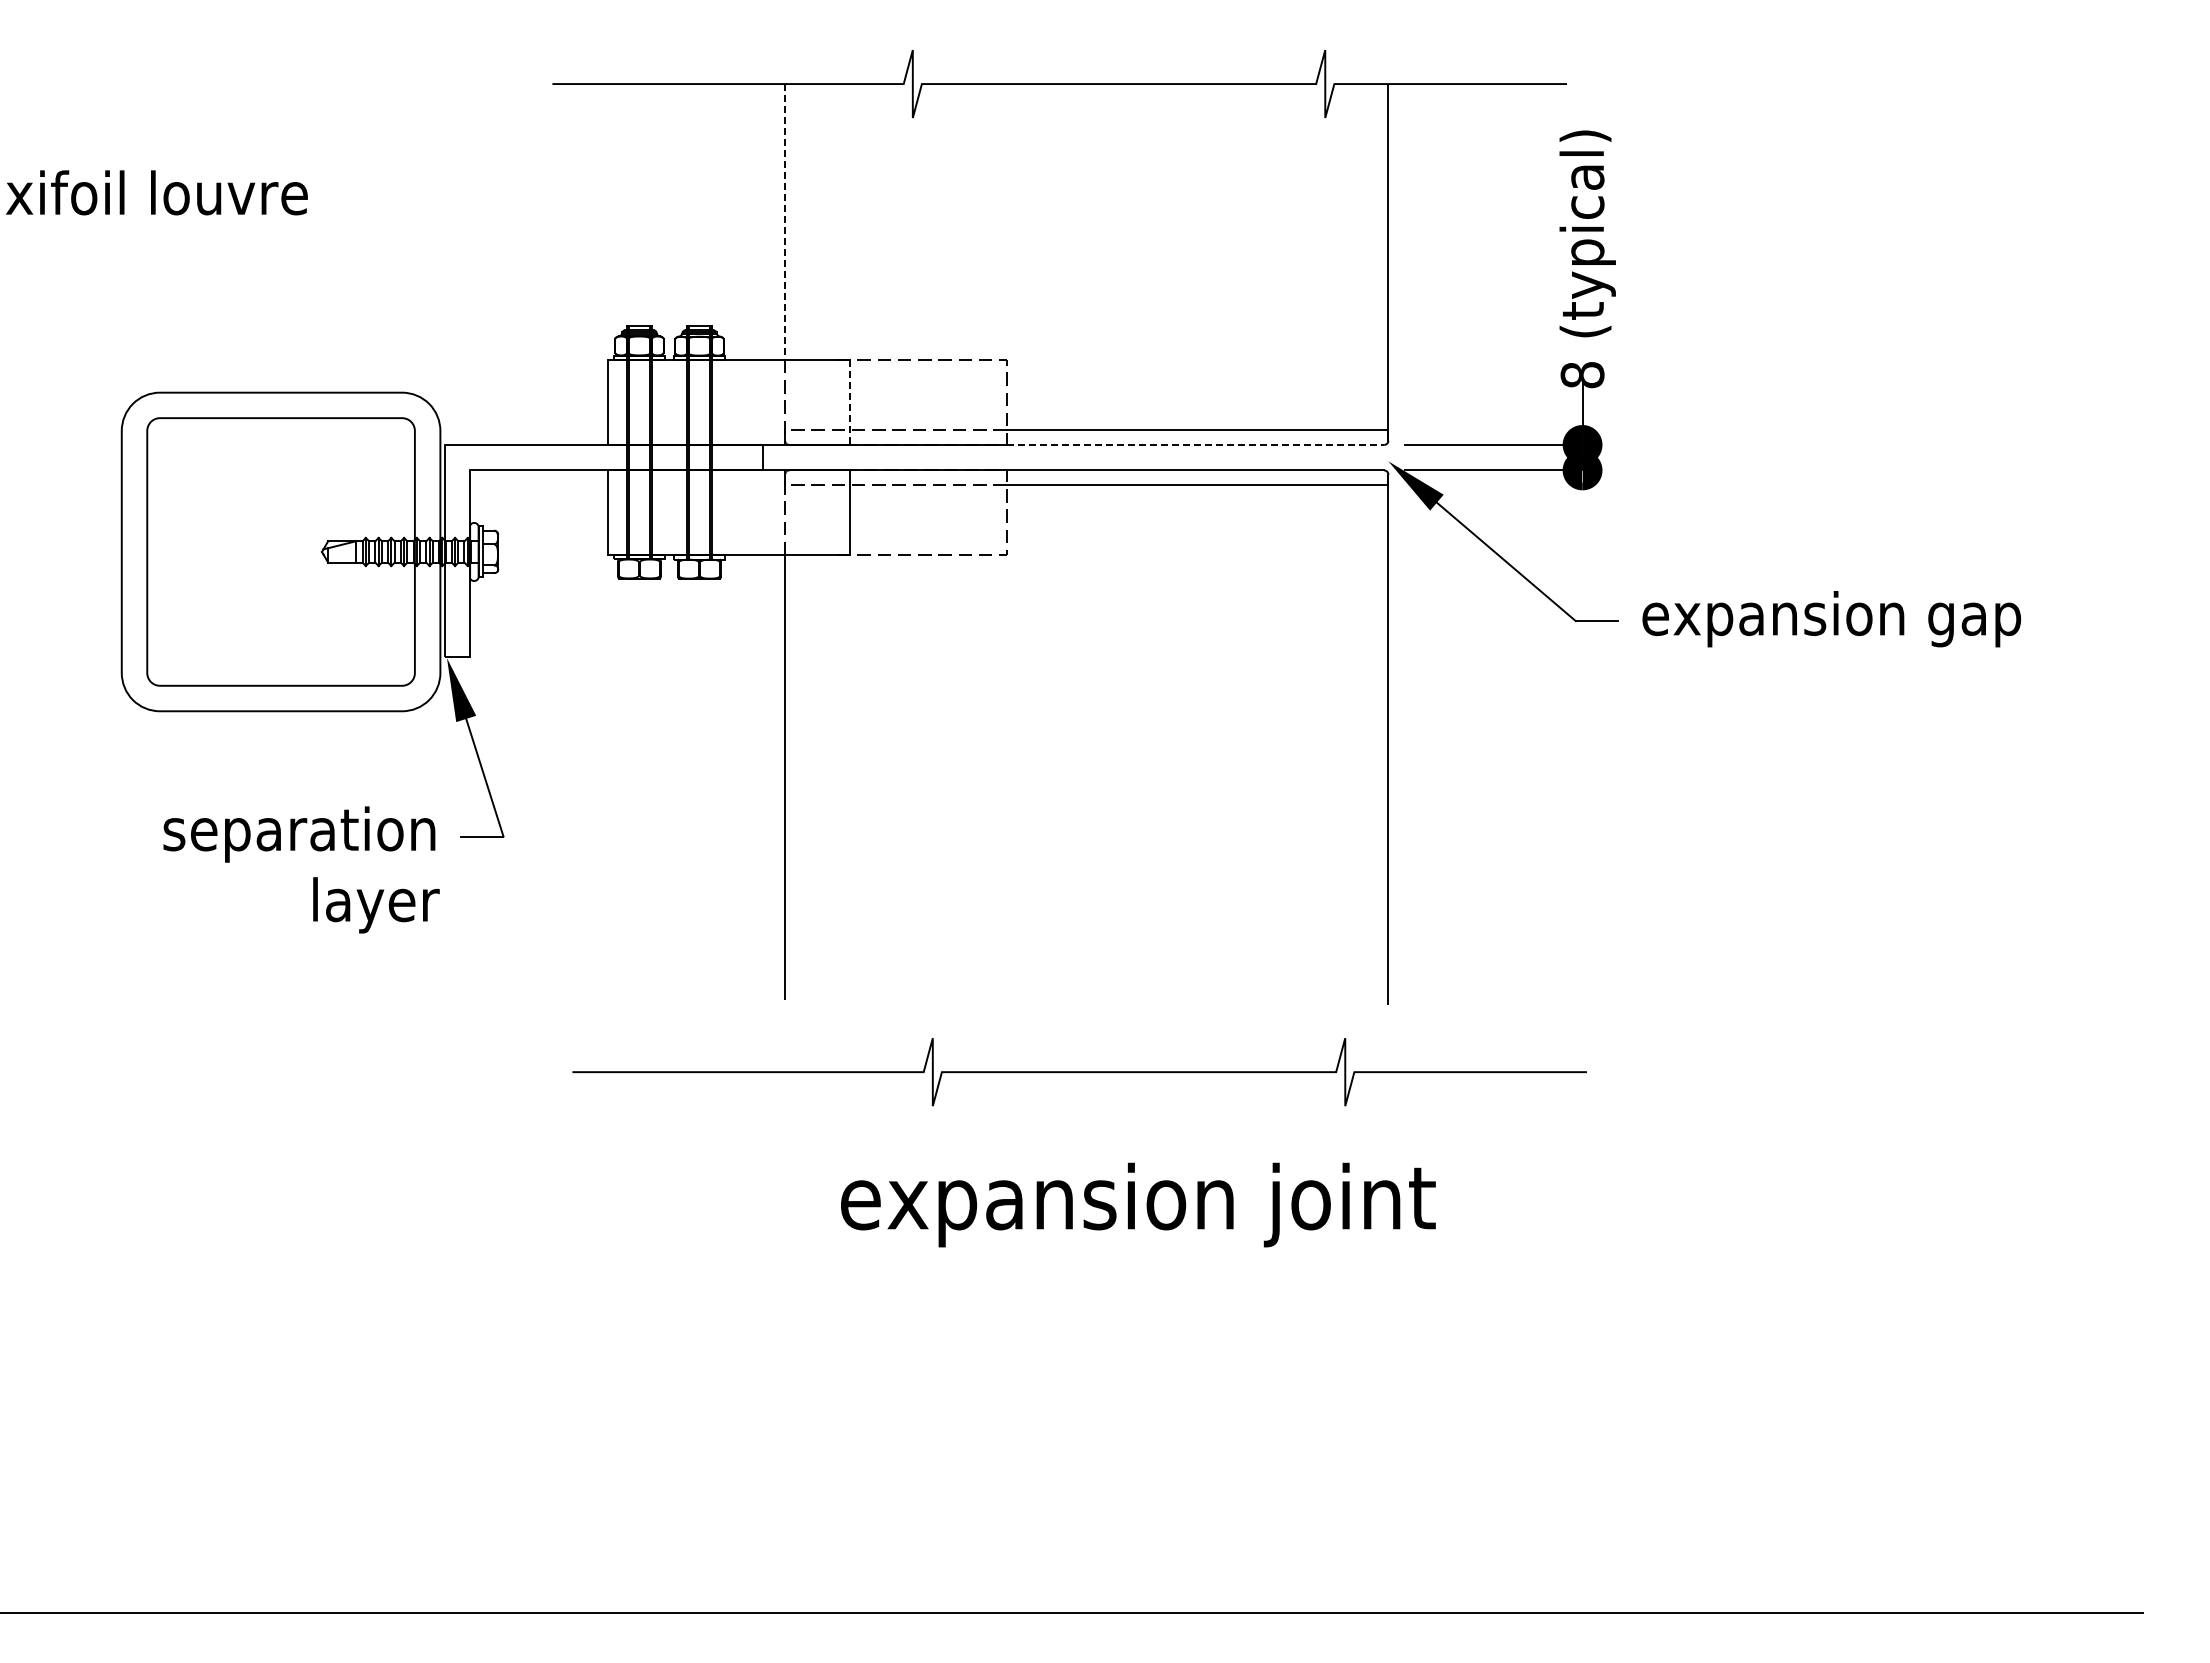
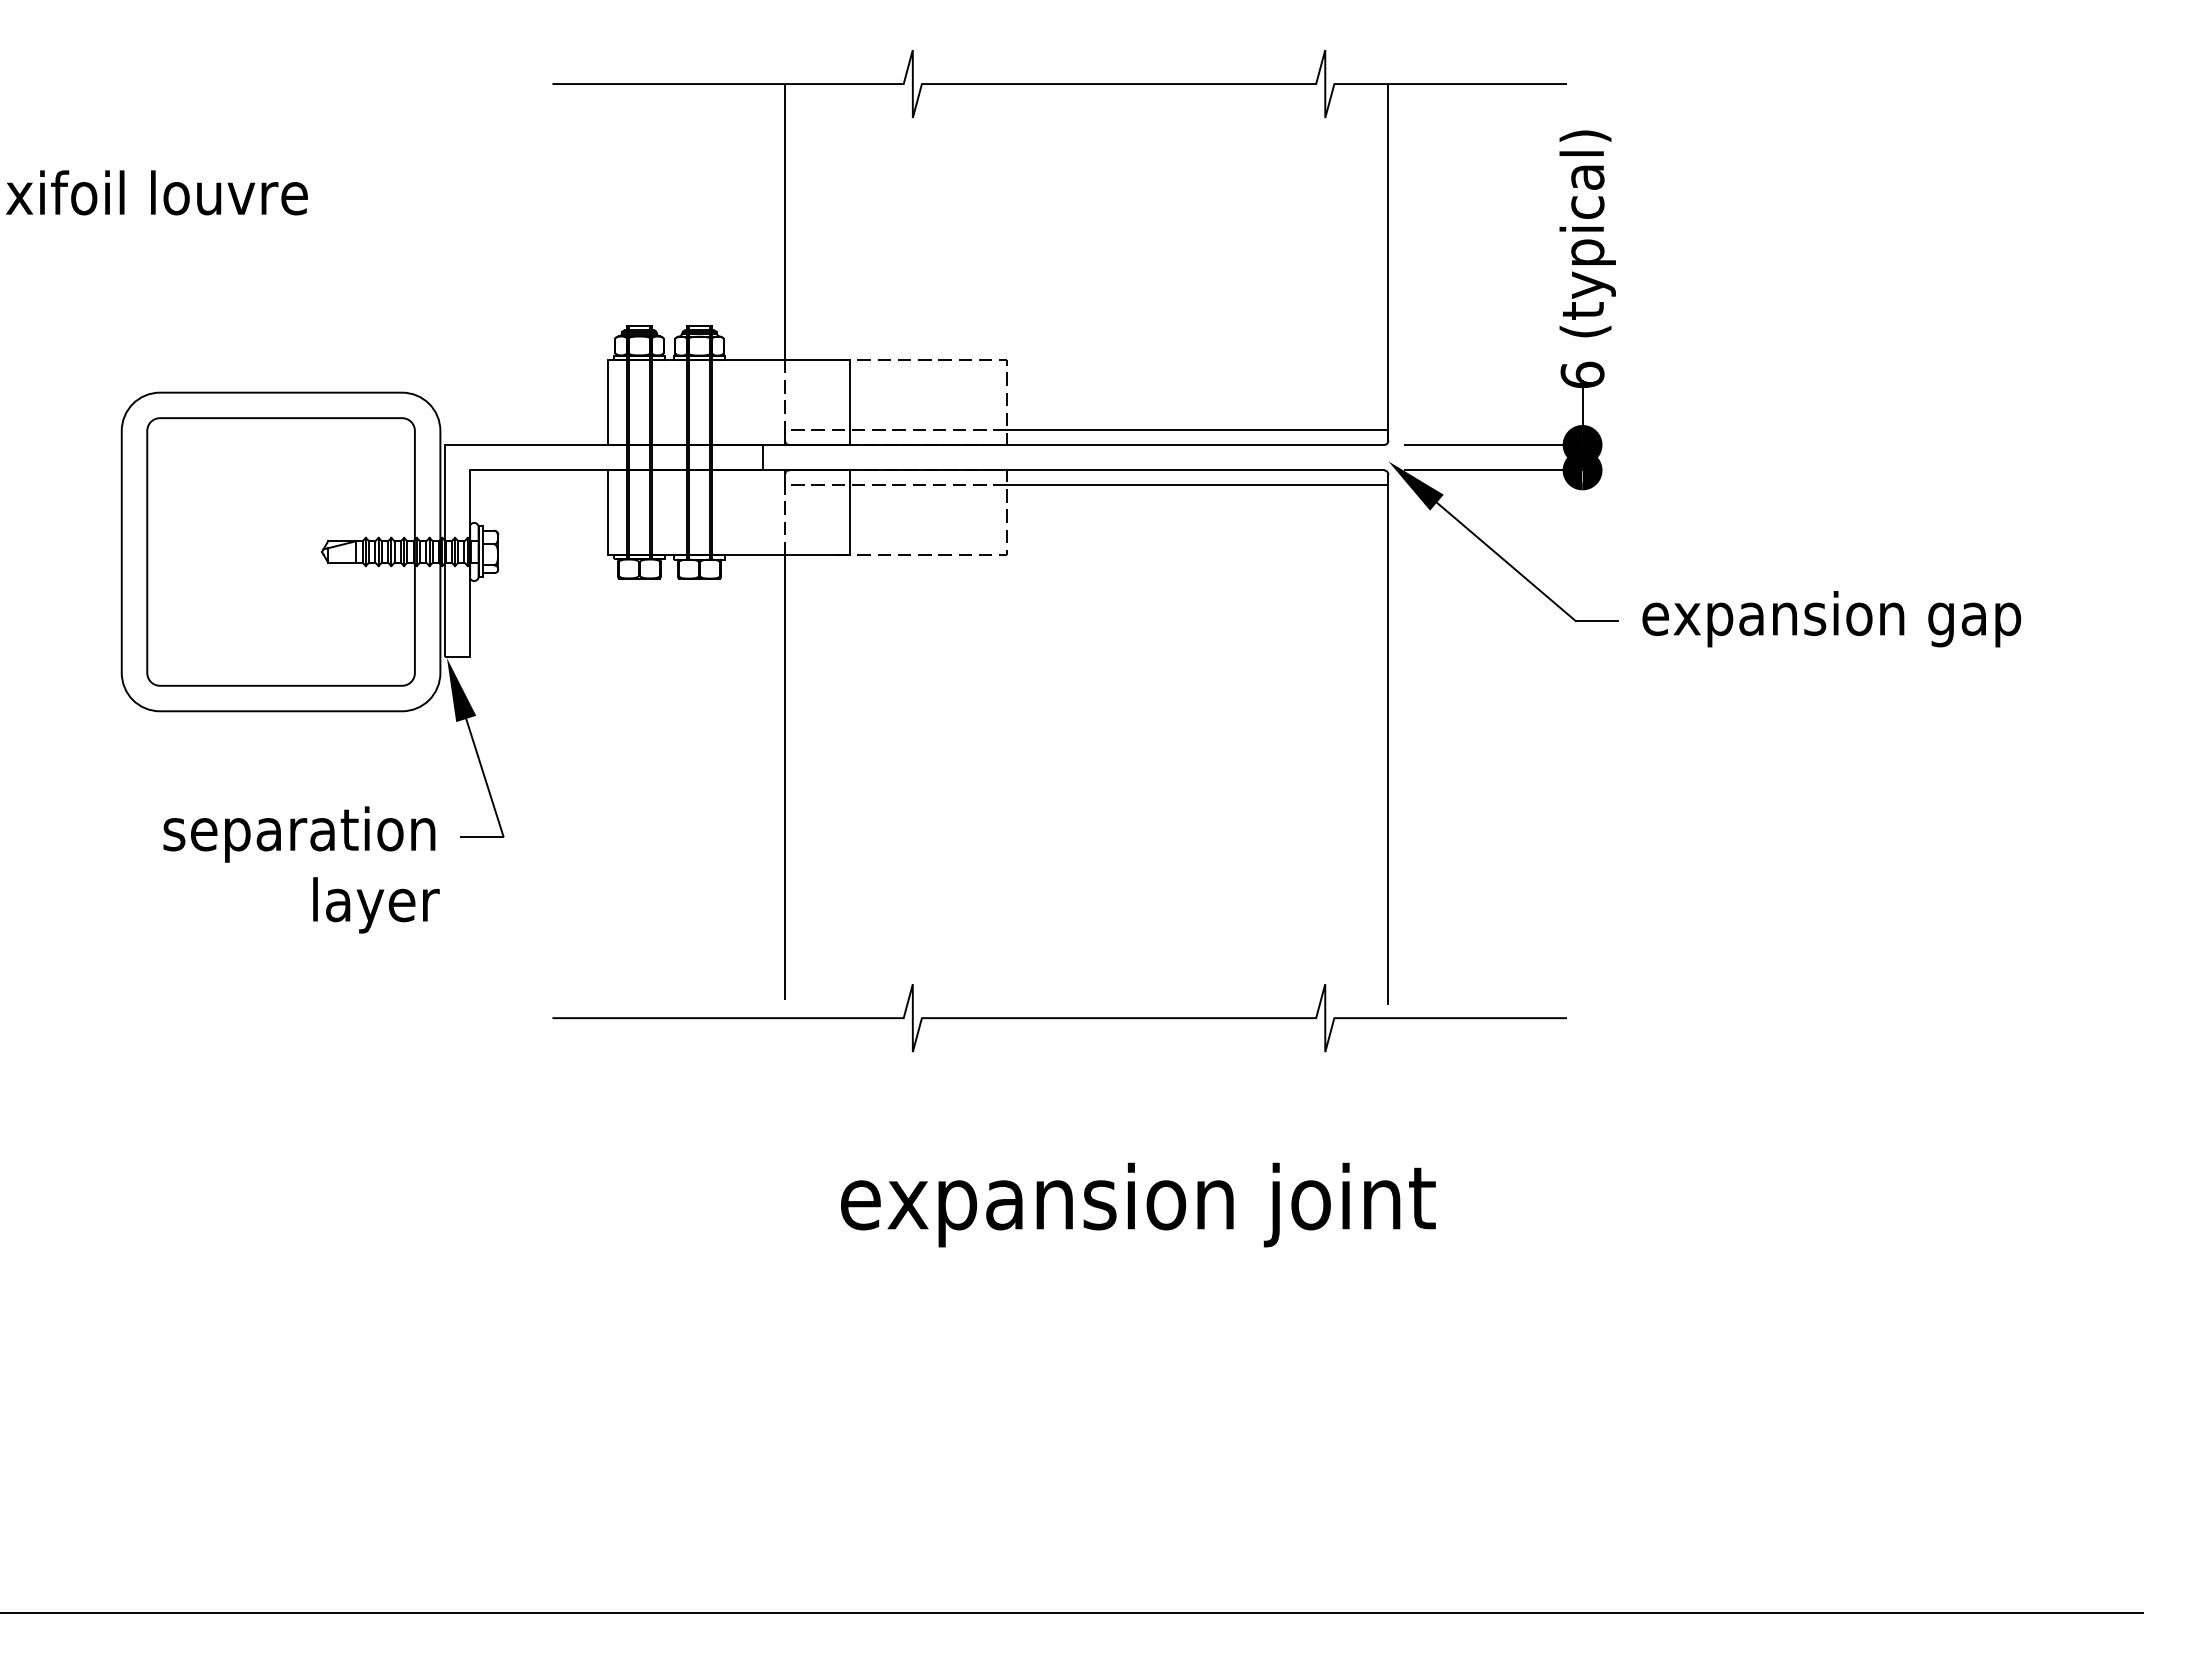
line at (785, 222): dashed -> solid
text at (1582, 374): 8 -> 6
line at (850, 402): dashed -> solid
line at (1195, 444): dashed -> solid
curve at (1079, 1072) position: (1079, 1072) -> (1059, 1018)
